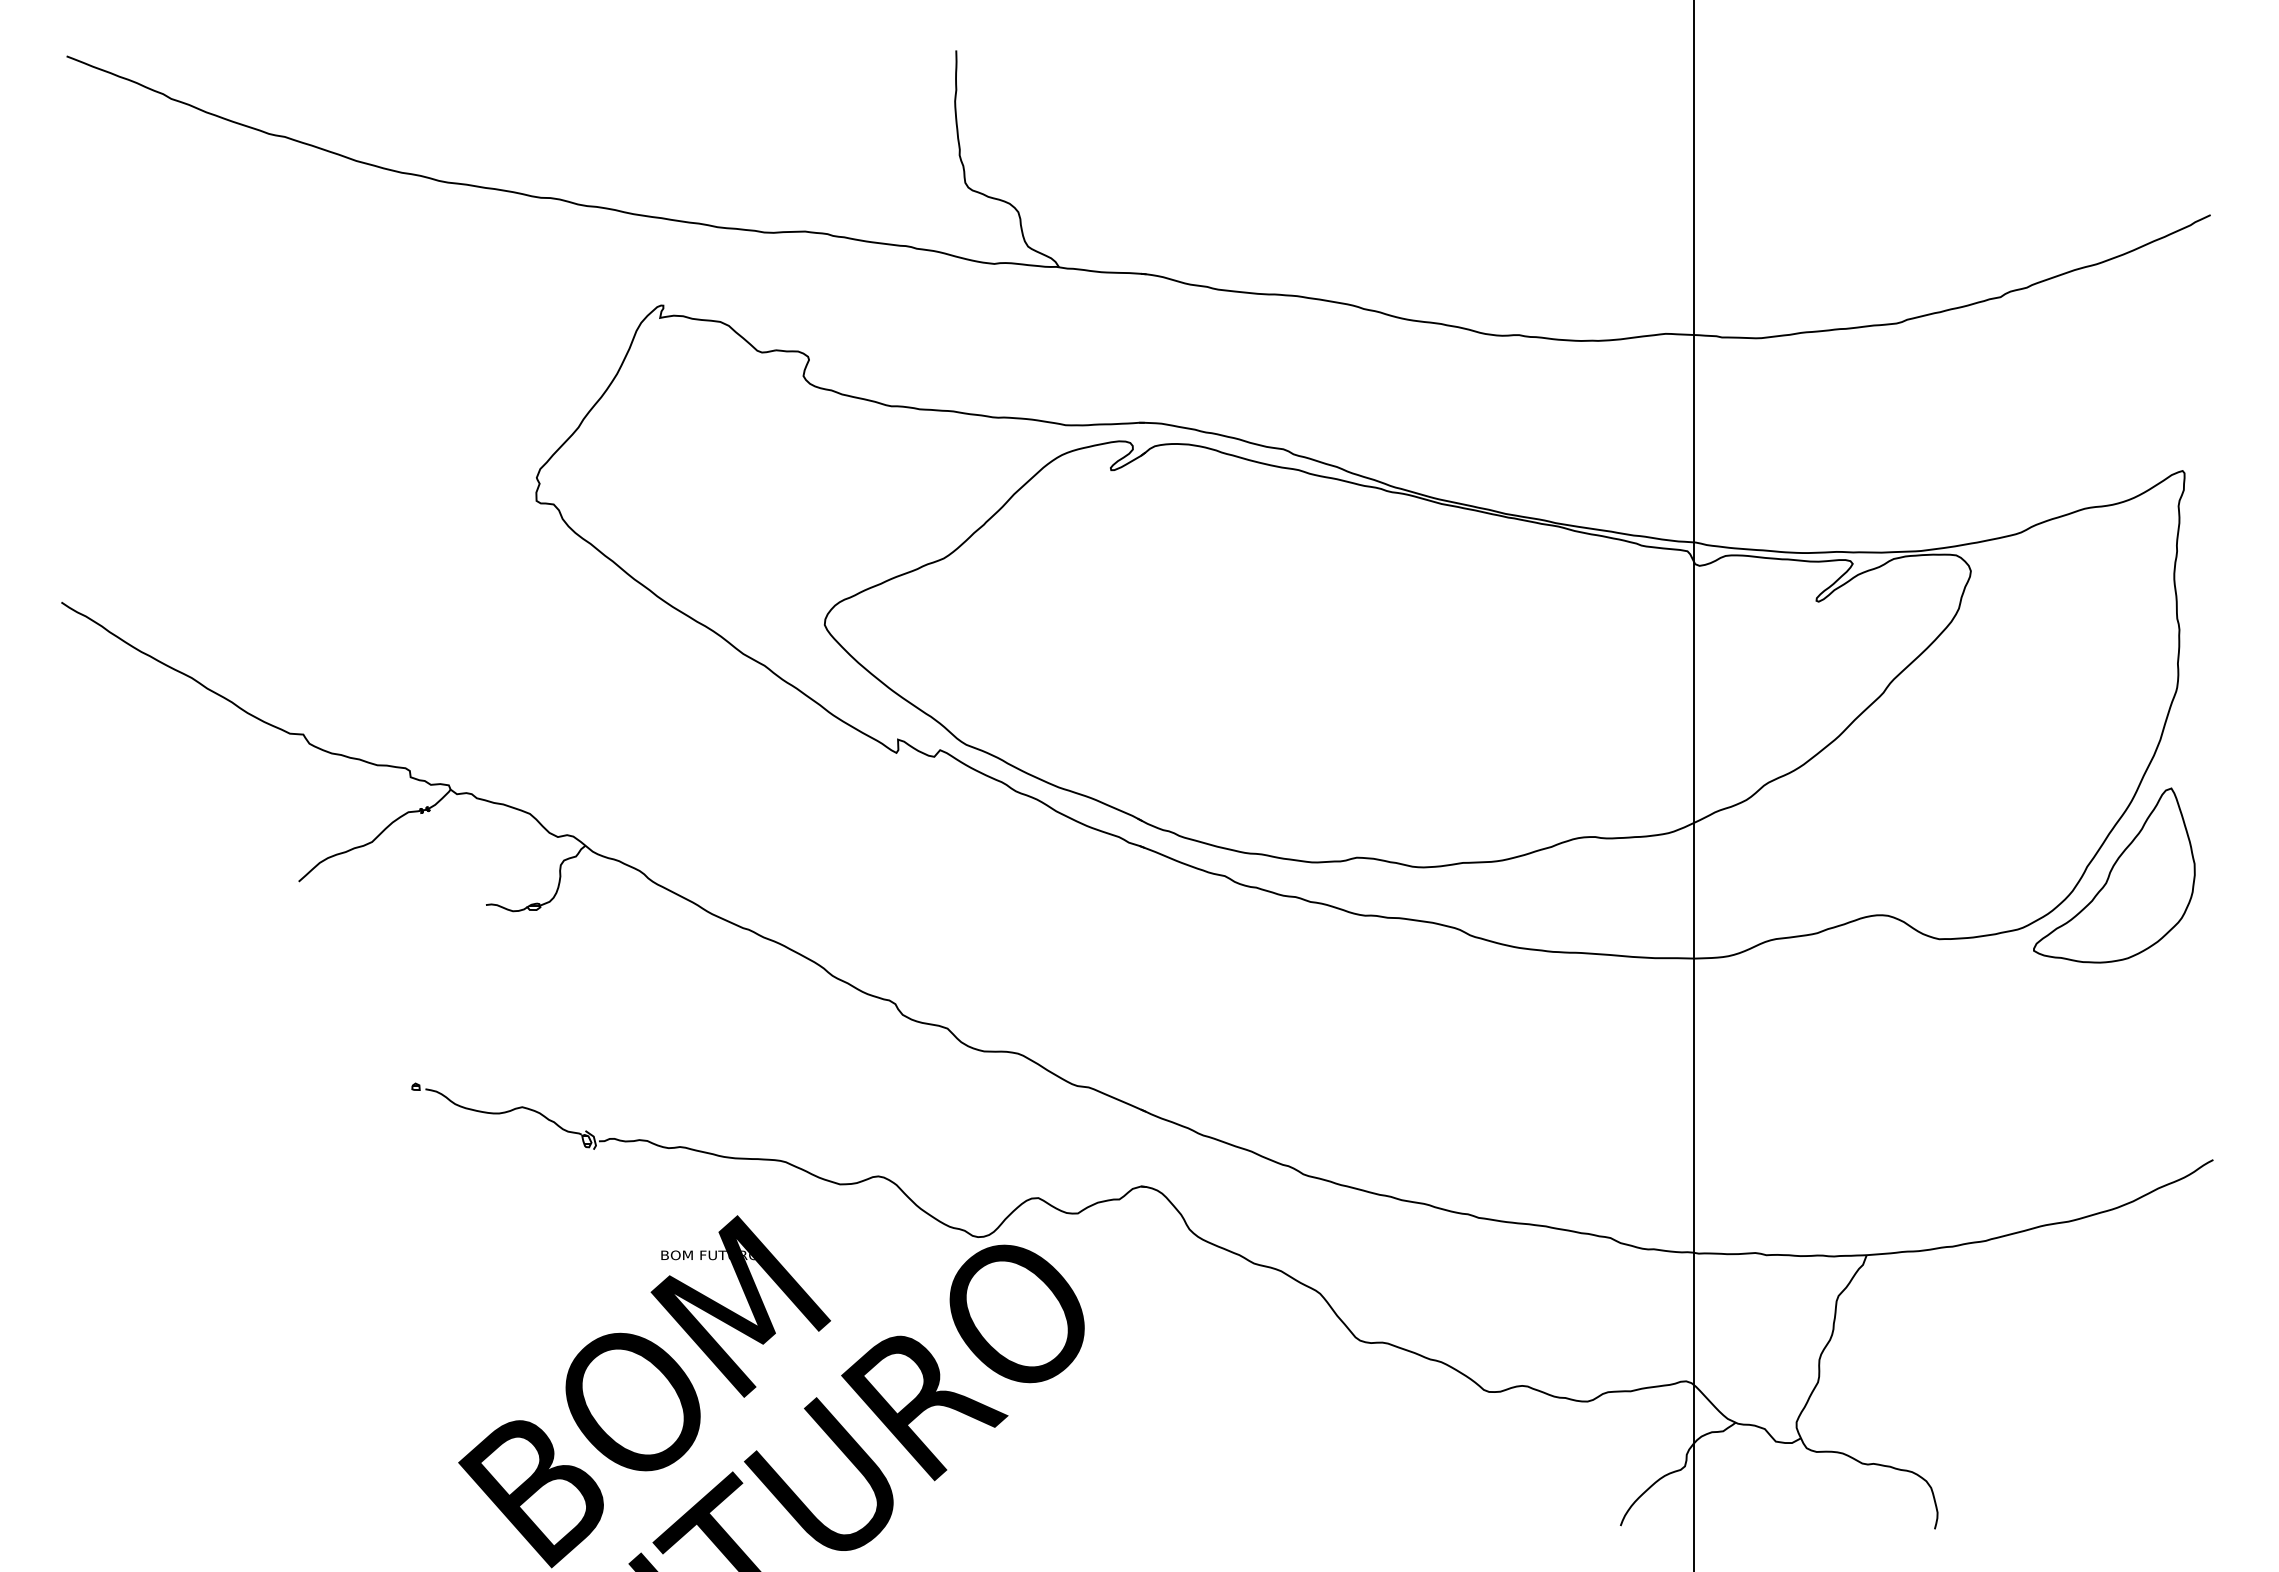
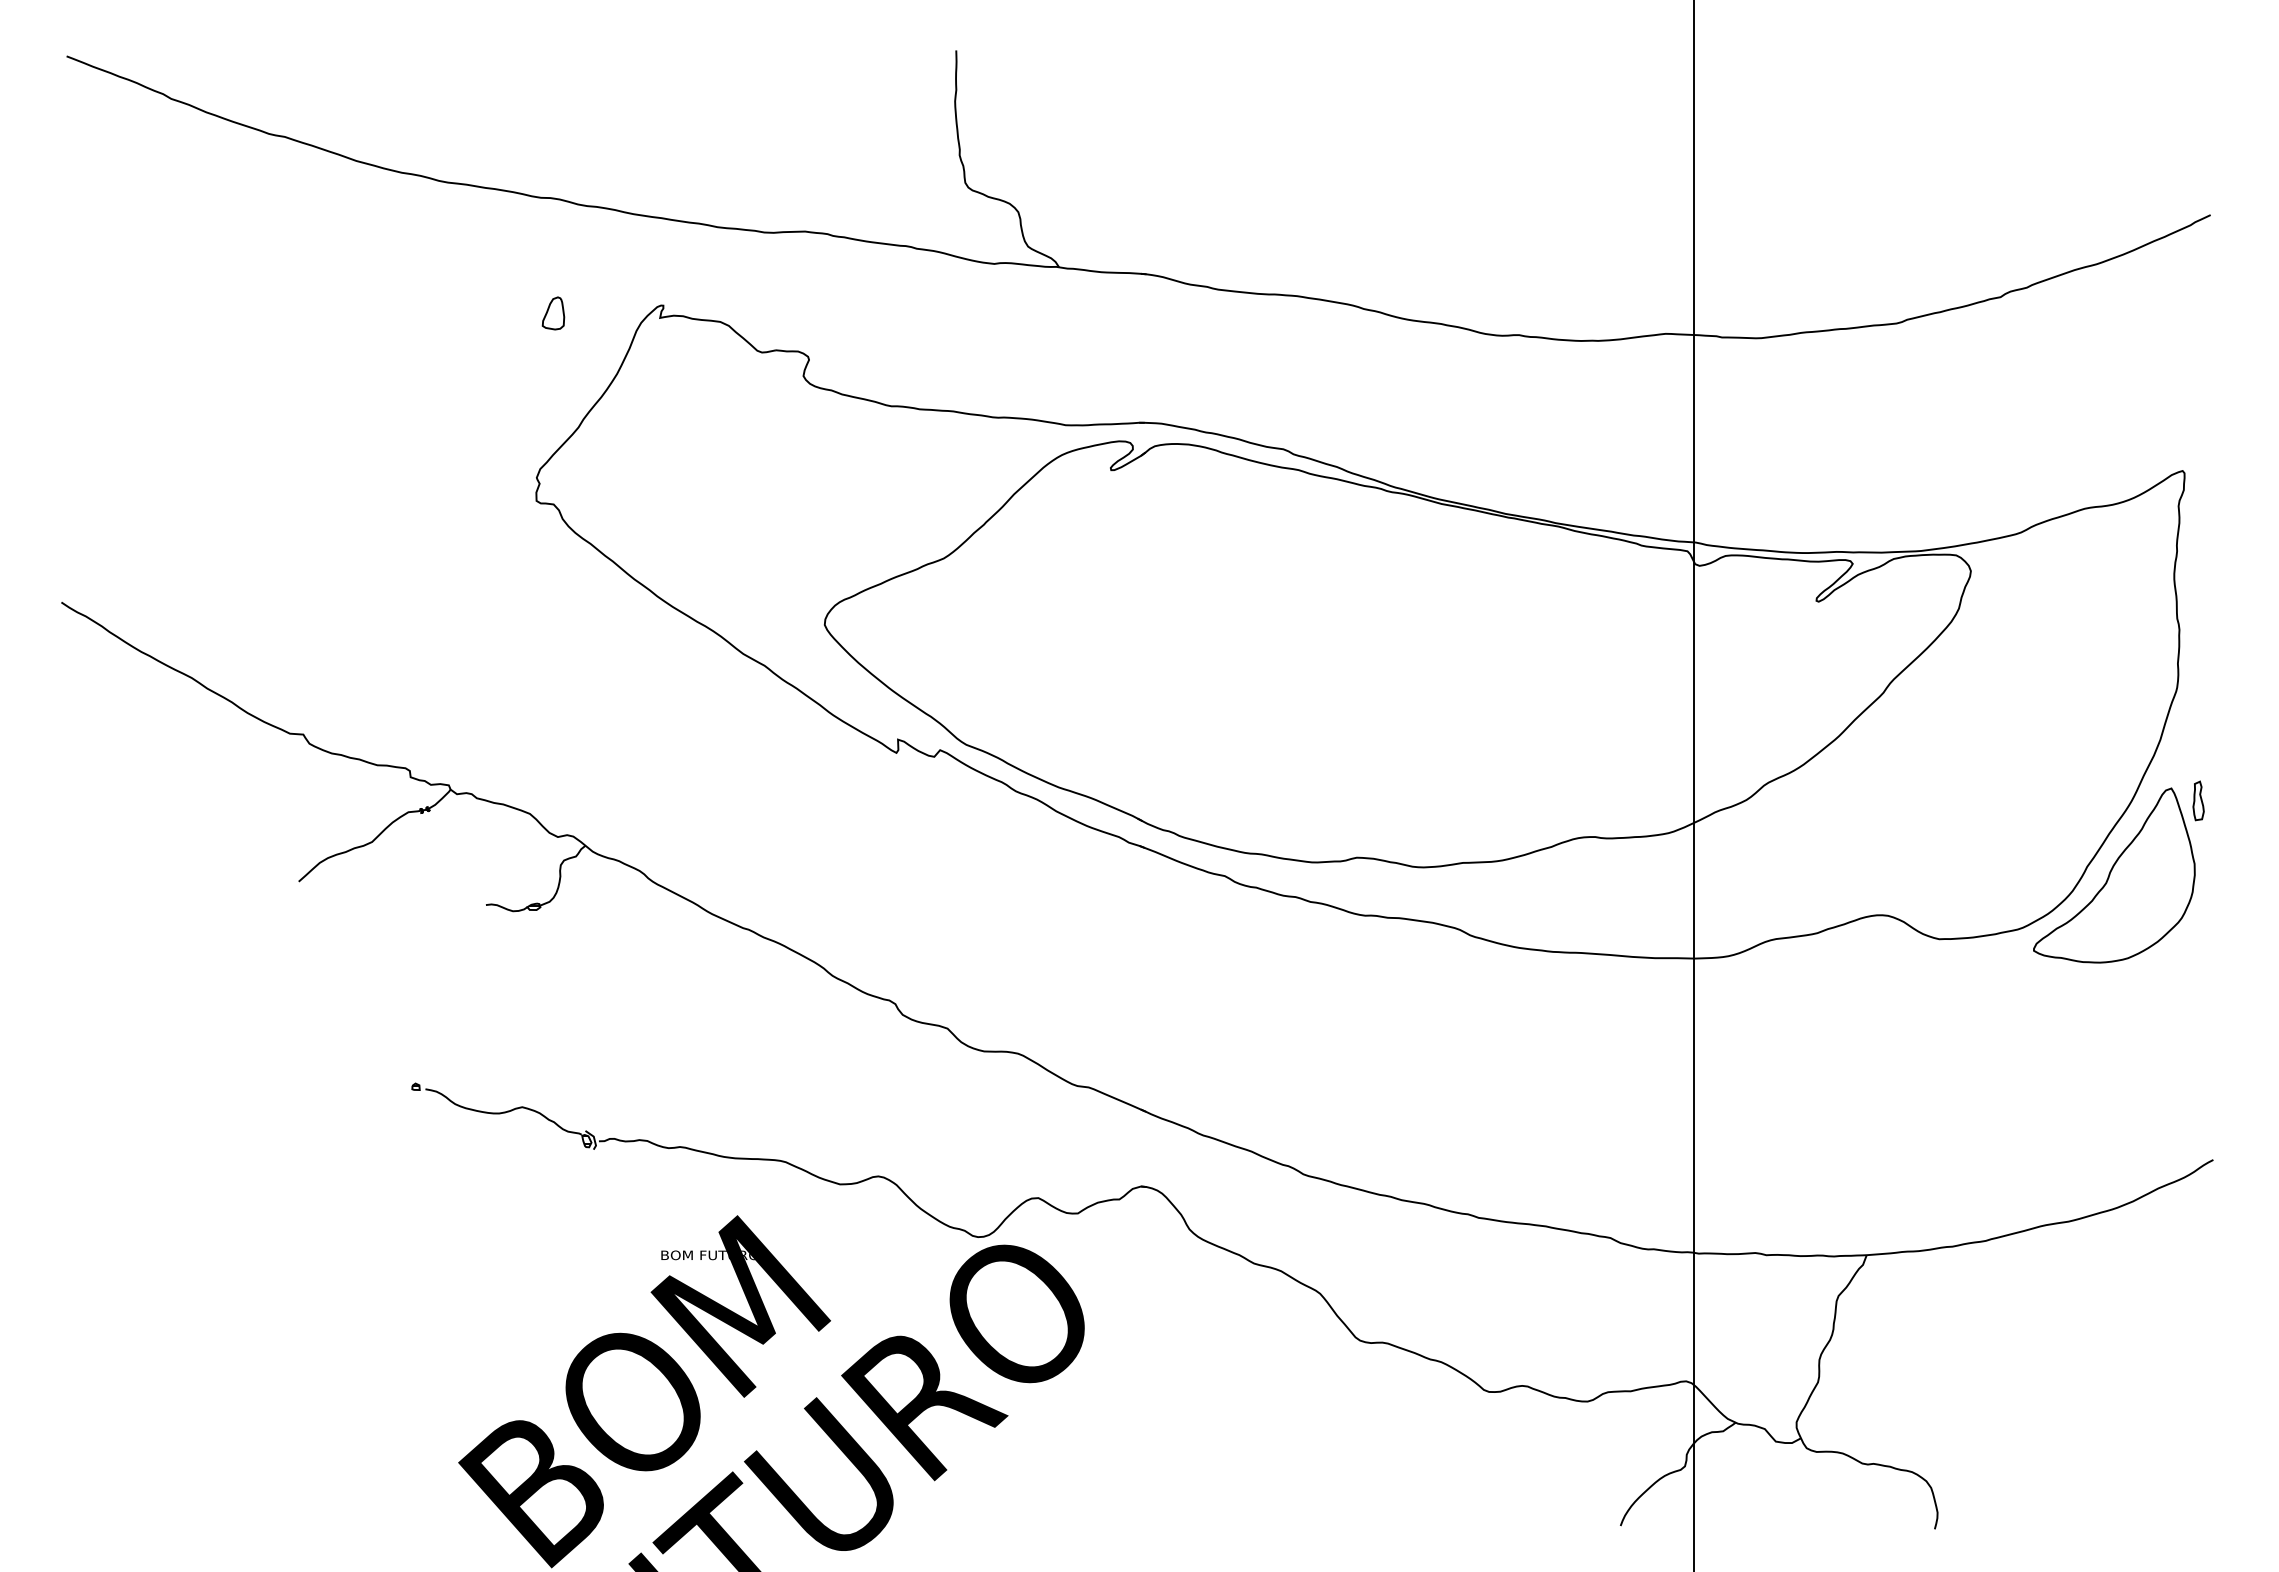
part at (553, 313): none -> present
part at (2198, 800): none -> present
